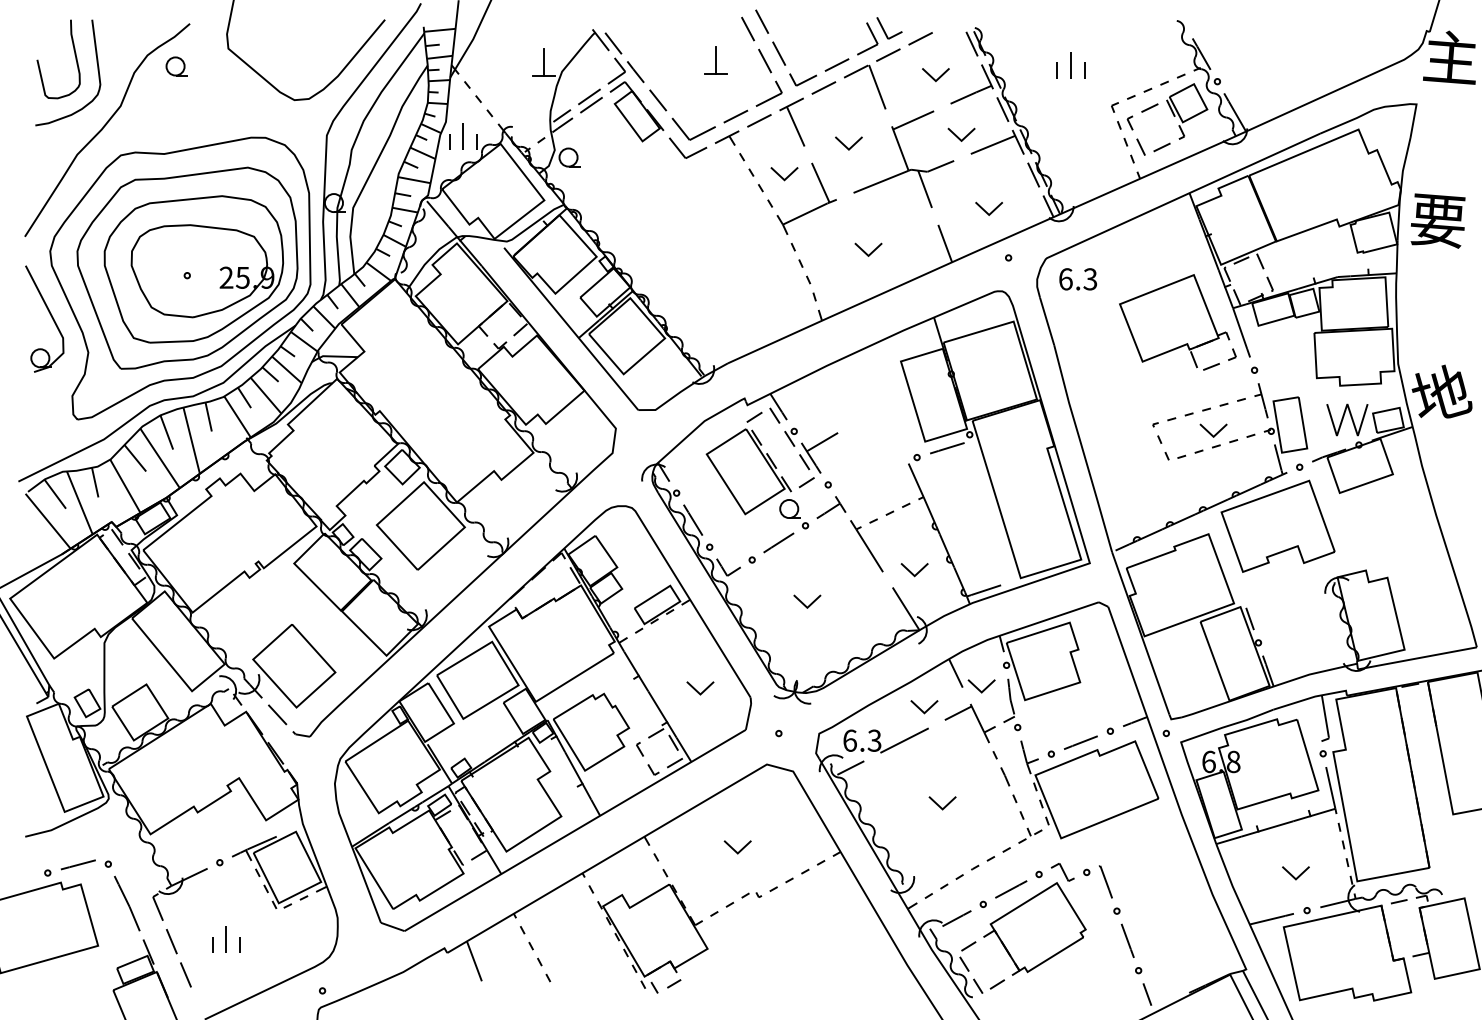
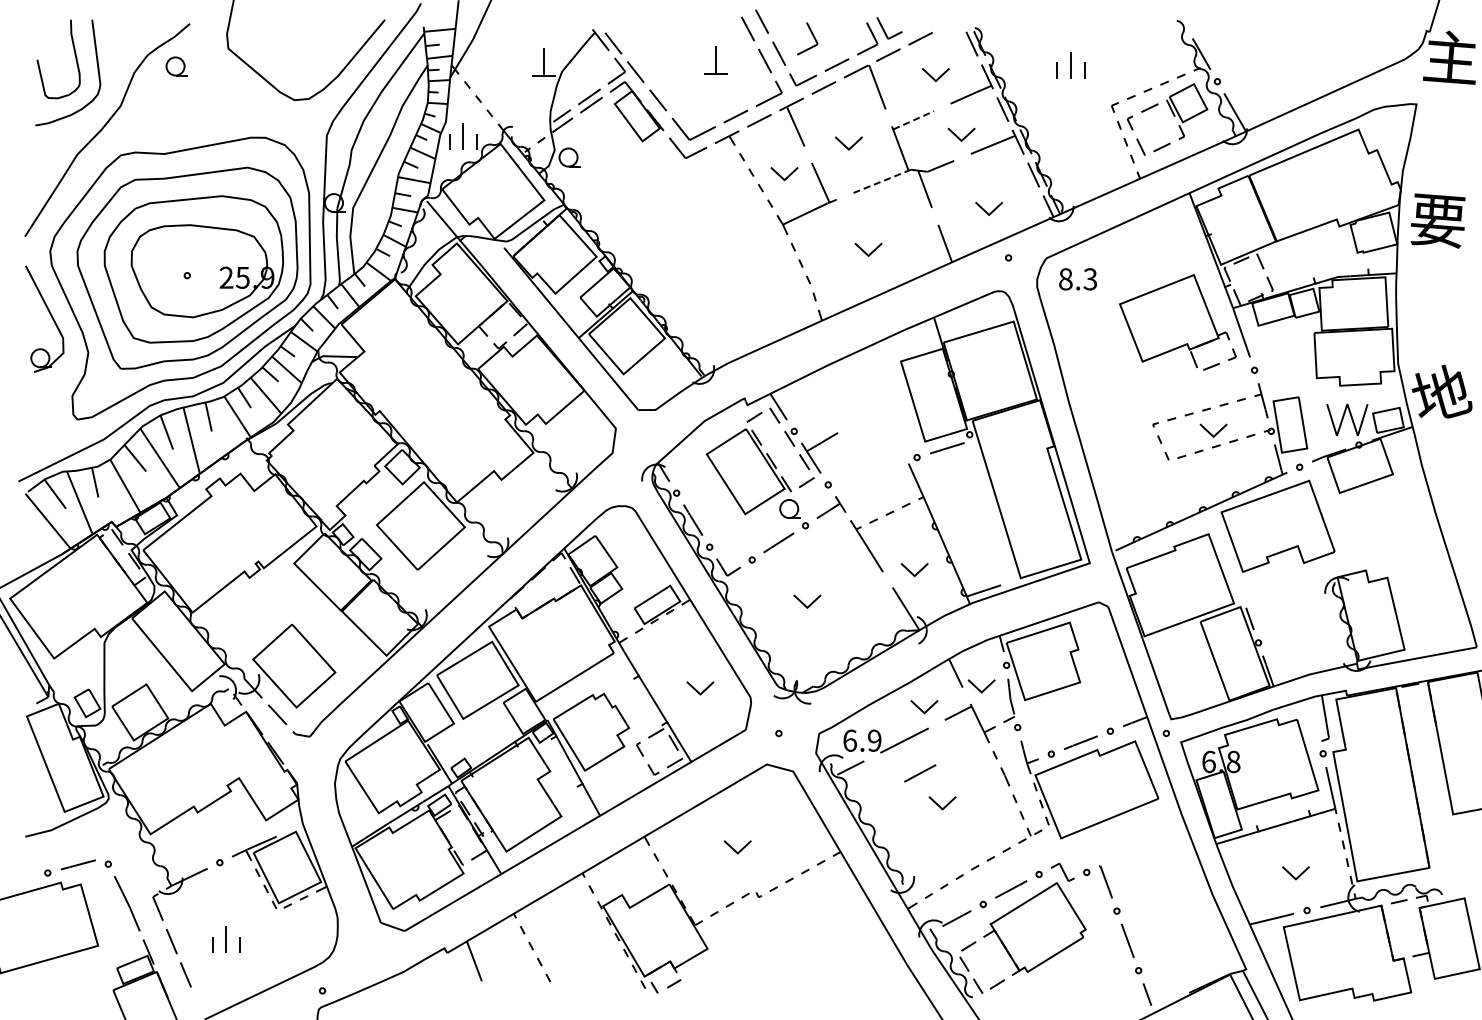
part at (807, 38): none -> present
line at (914, 120): solid -> dashed
line at (881, 181): solid -> dashed
text at (1065, 279): 6.3 -> 8.3
text at (874, 740): 6.3 -> 6.9
line at (920, 773): none -> present
